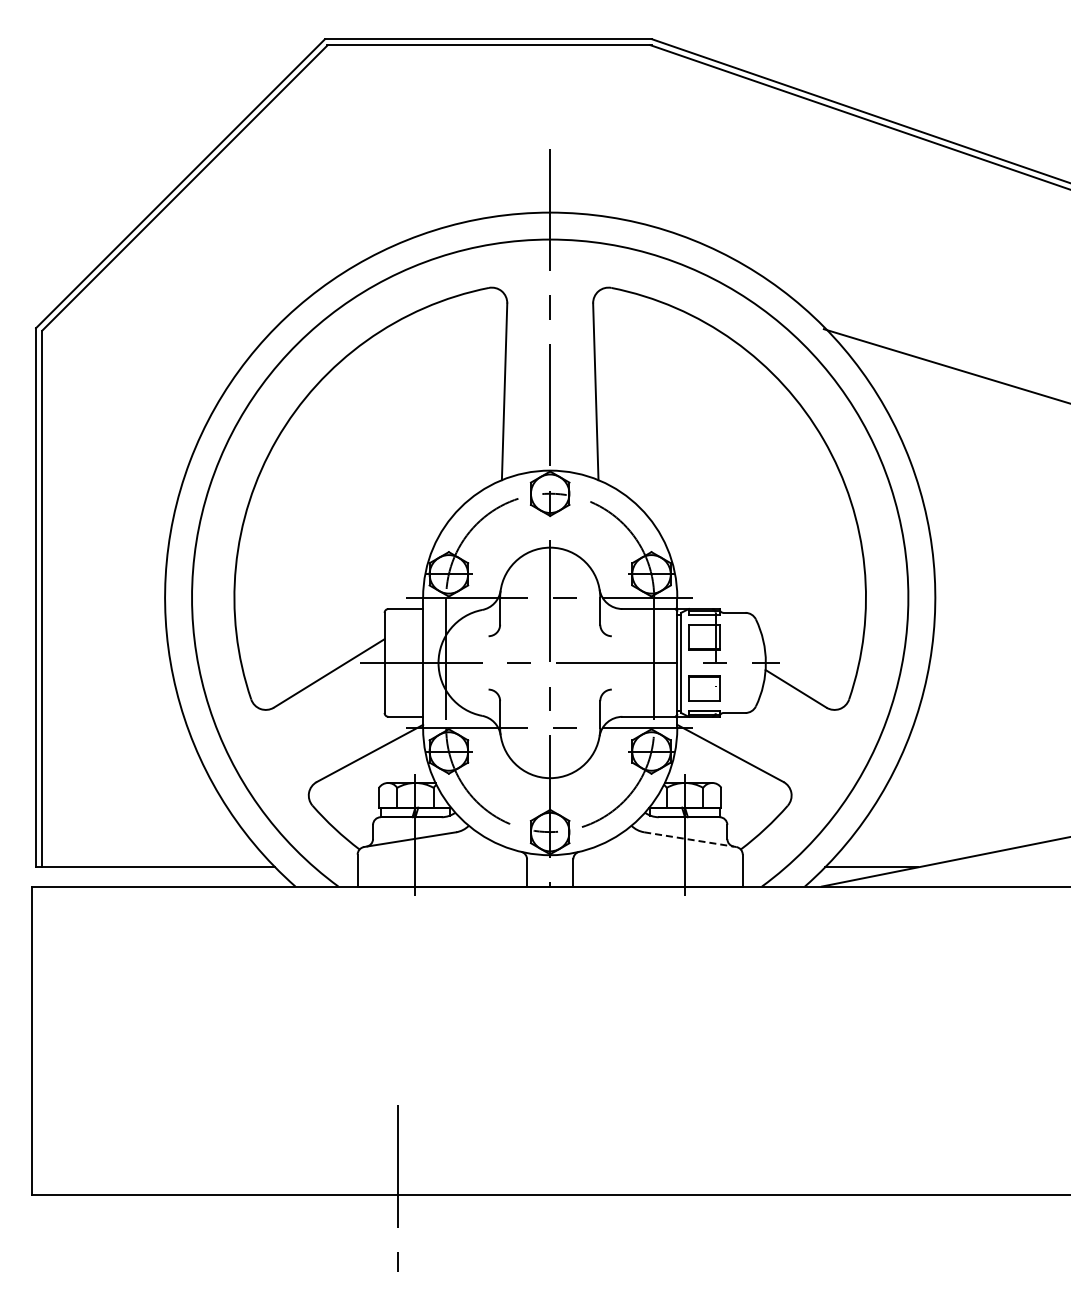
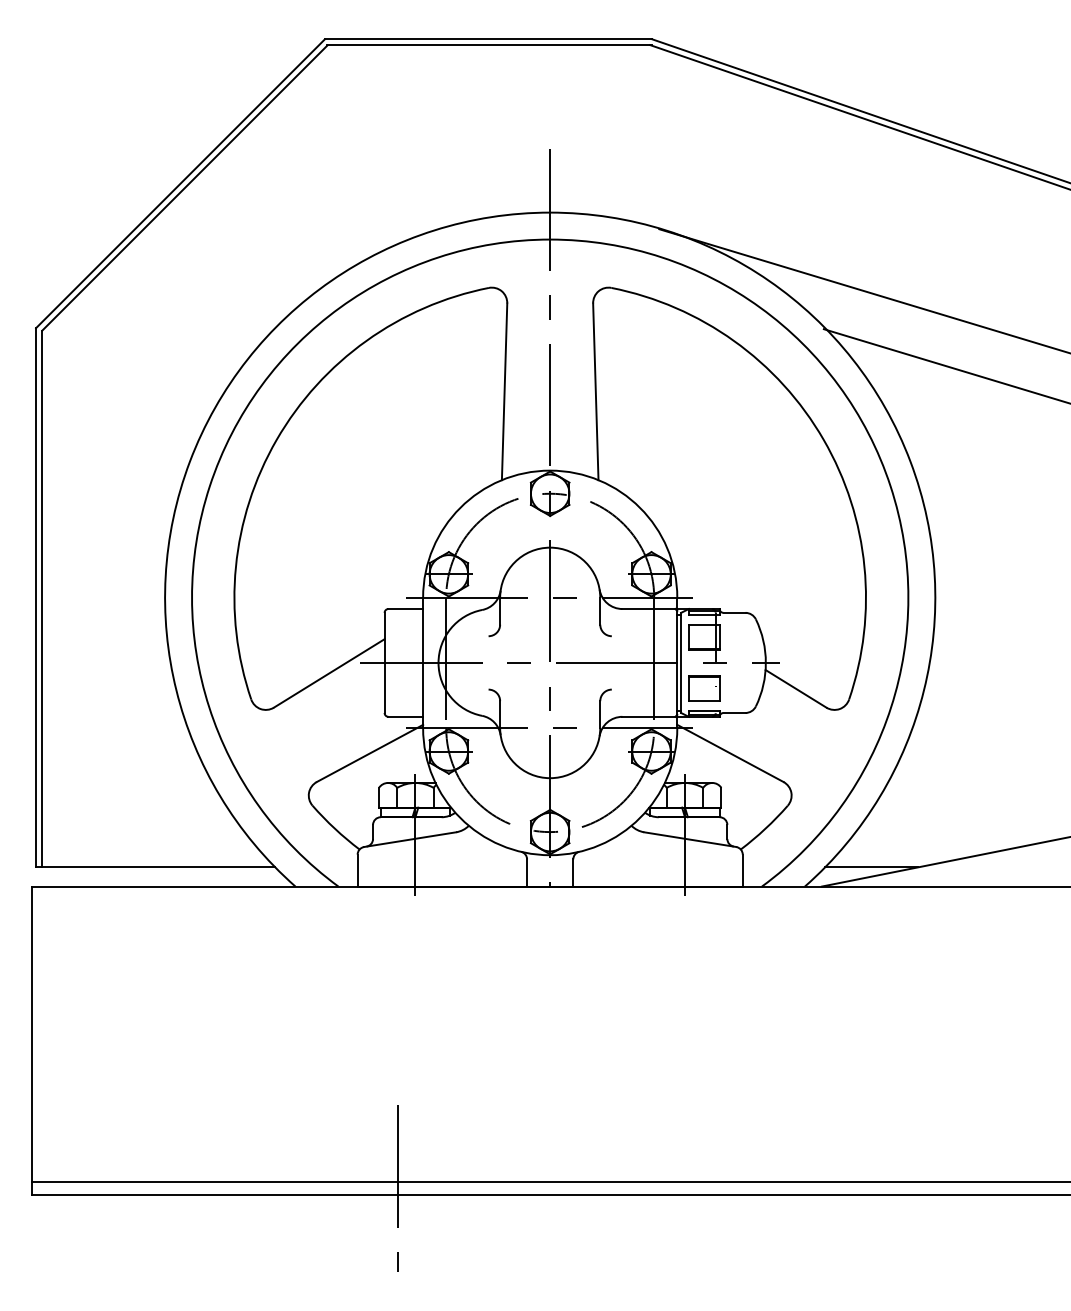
line at (863, 290): none -> present
line at (690, 839): dashed -> solid
line at (549, 1182): none -> present
